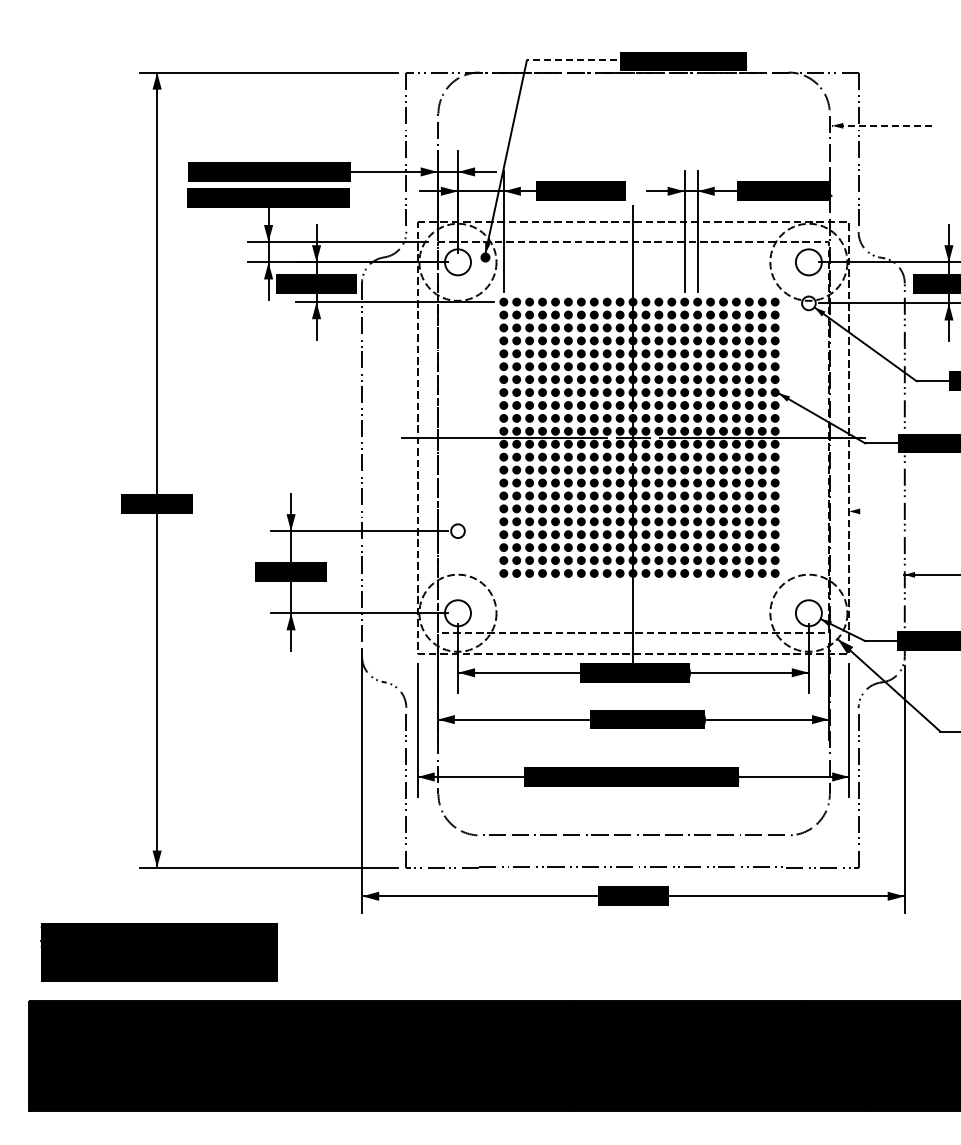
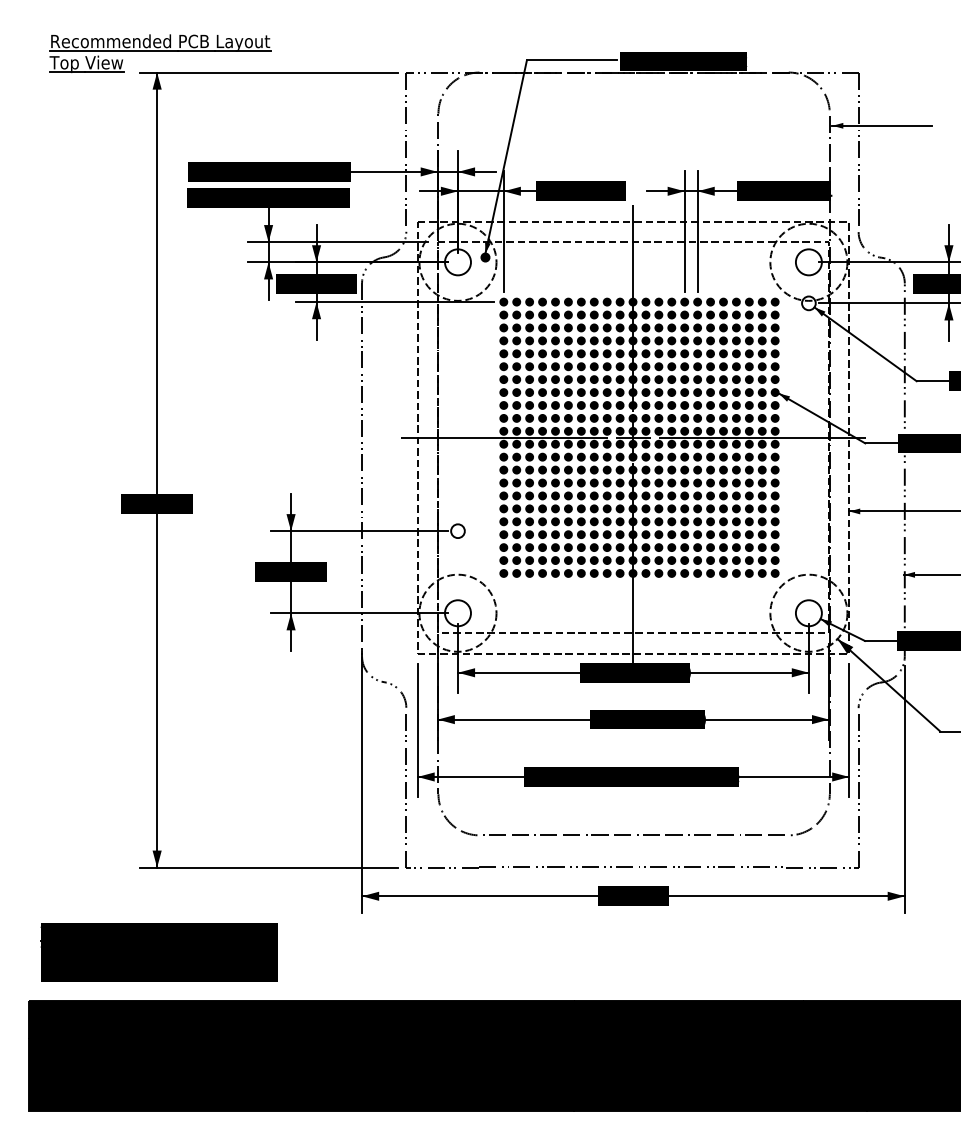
part at (160, 53): none -> present
line at (571, 60): dashed -> solid
line at (882, 125): dashed -> solid
line at (903, 511): none -> present
